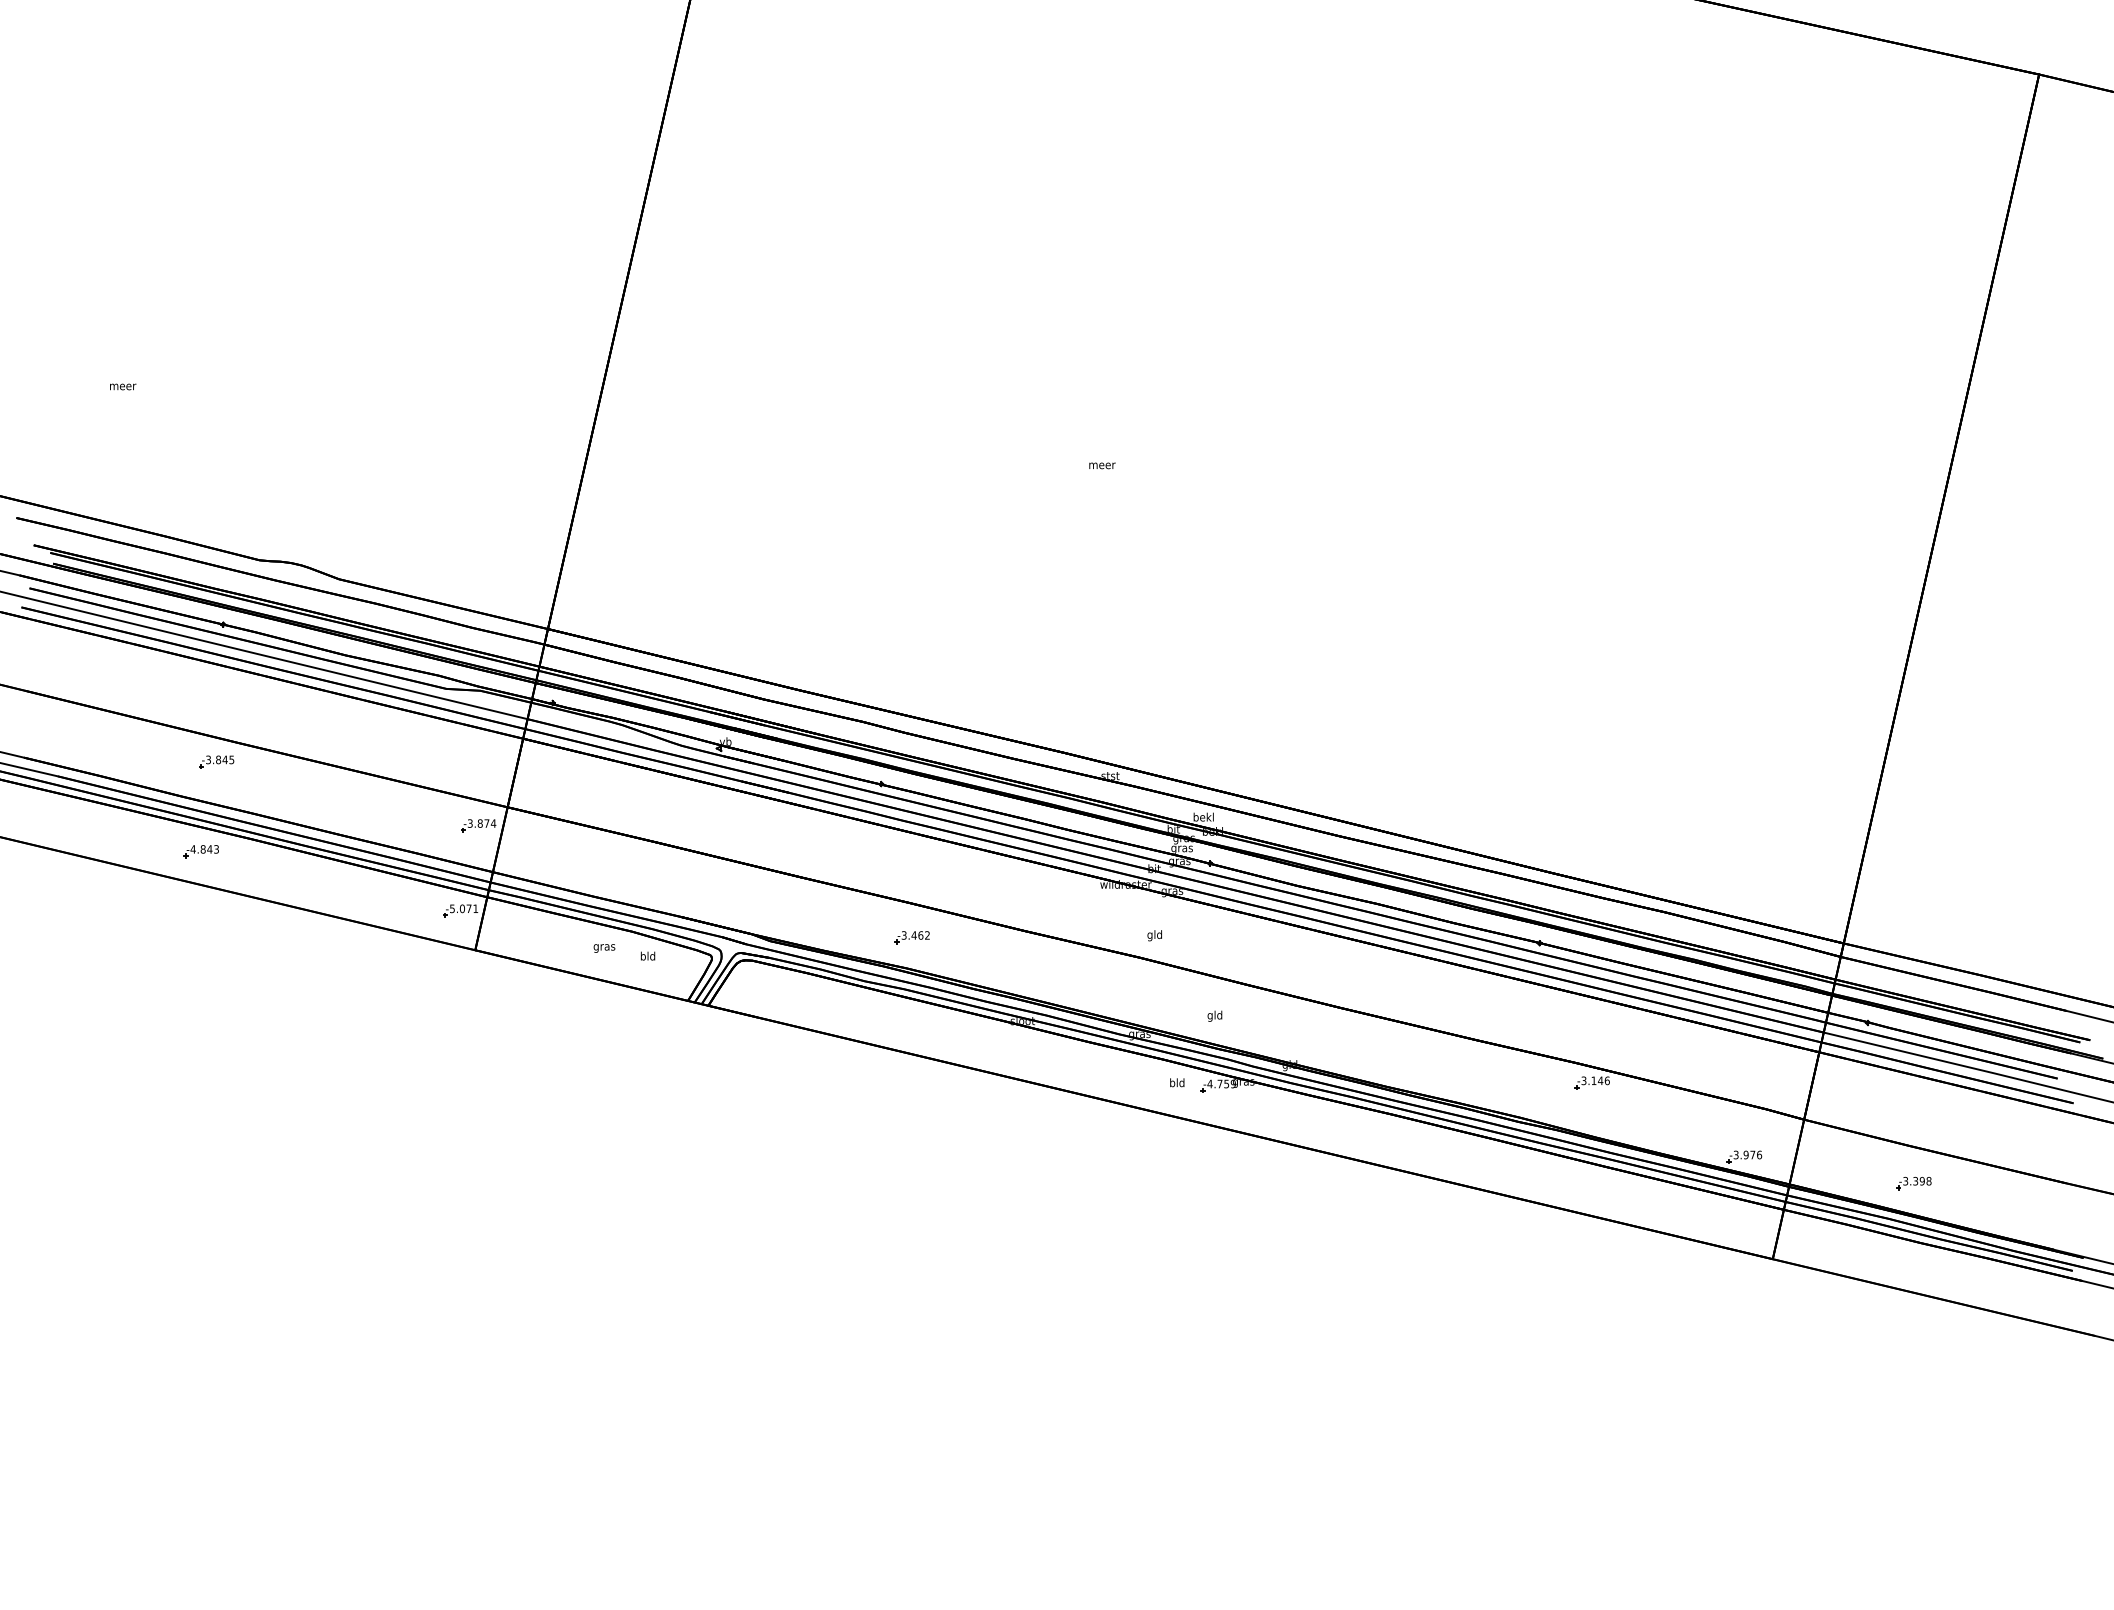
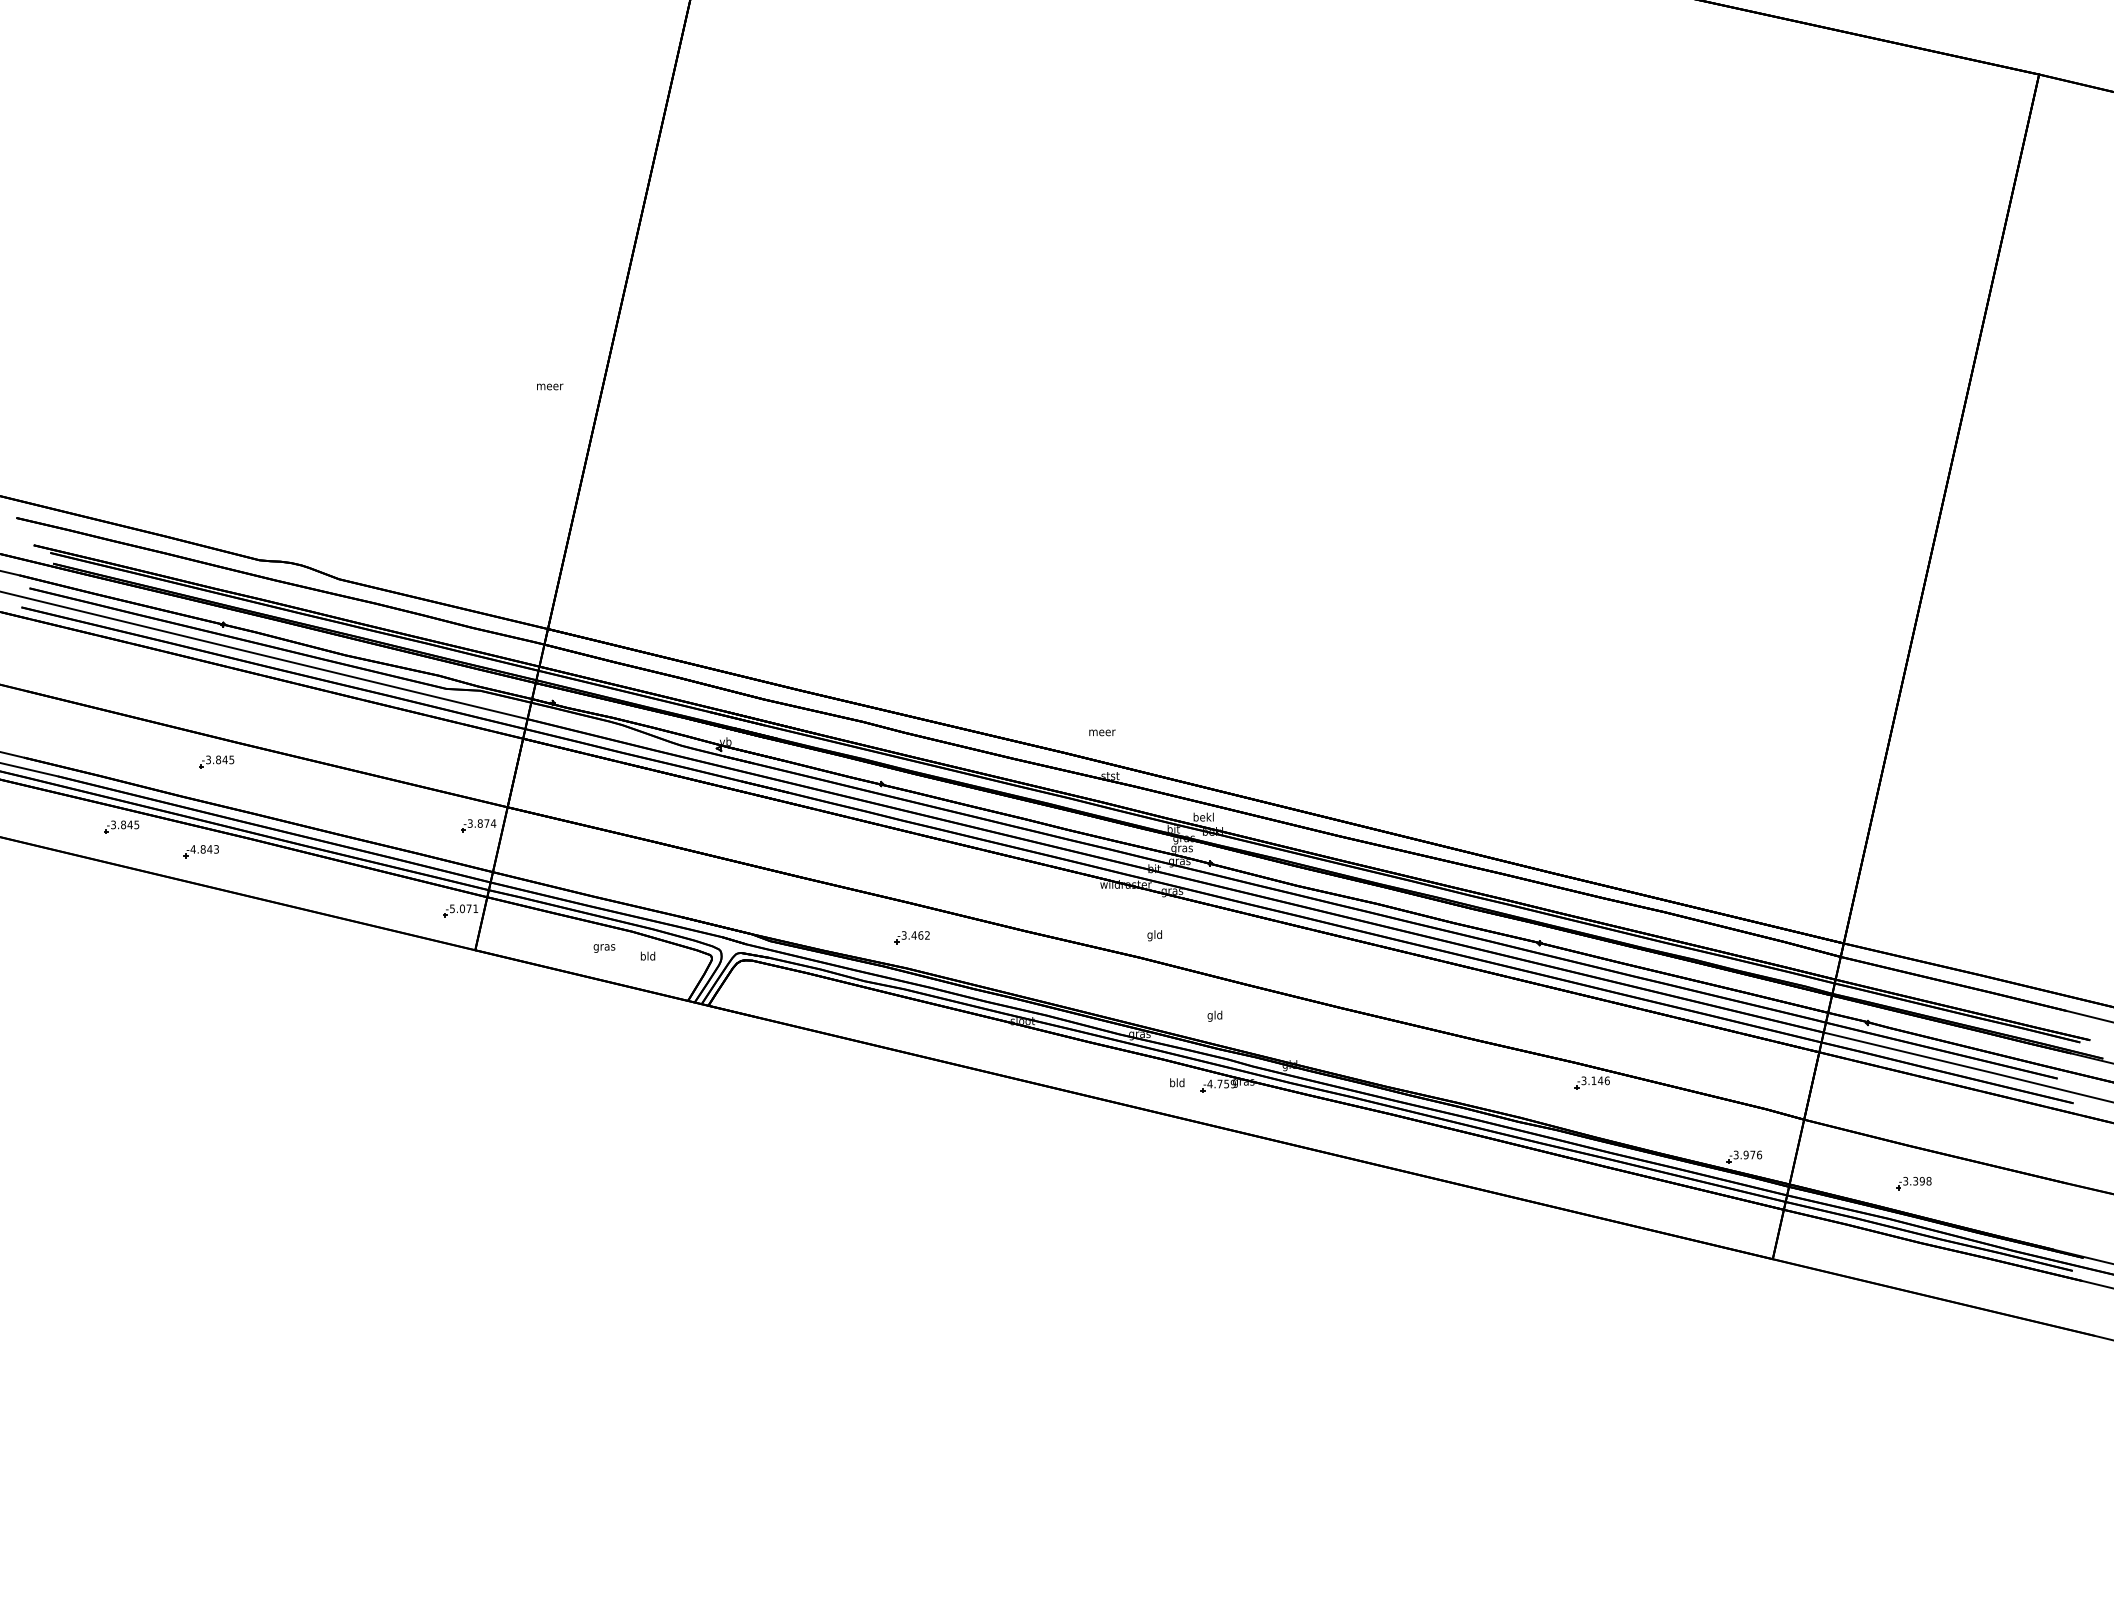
text at (123, 386) position: (123, 386) -> (550, 386)
text at (1102, 465) position: (1102, 465) -> (1102, 732)
part at (121, 826): none -> present
